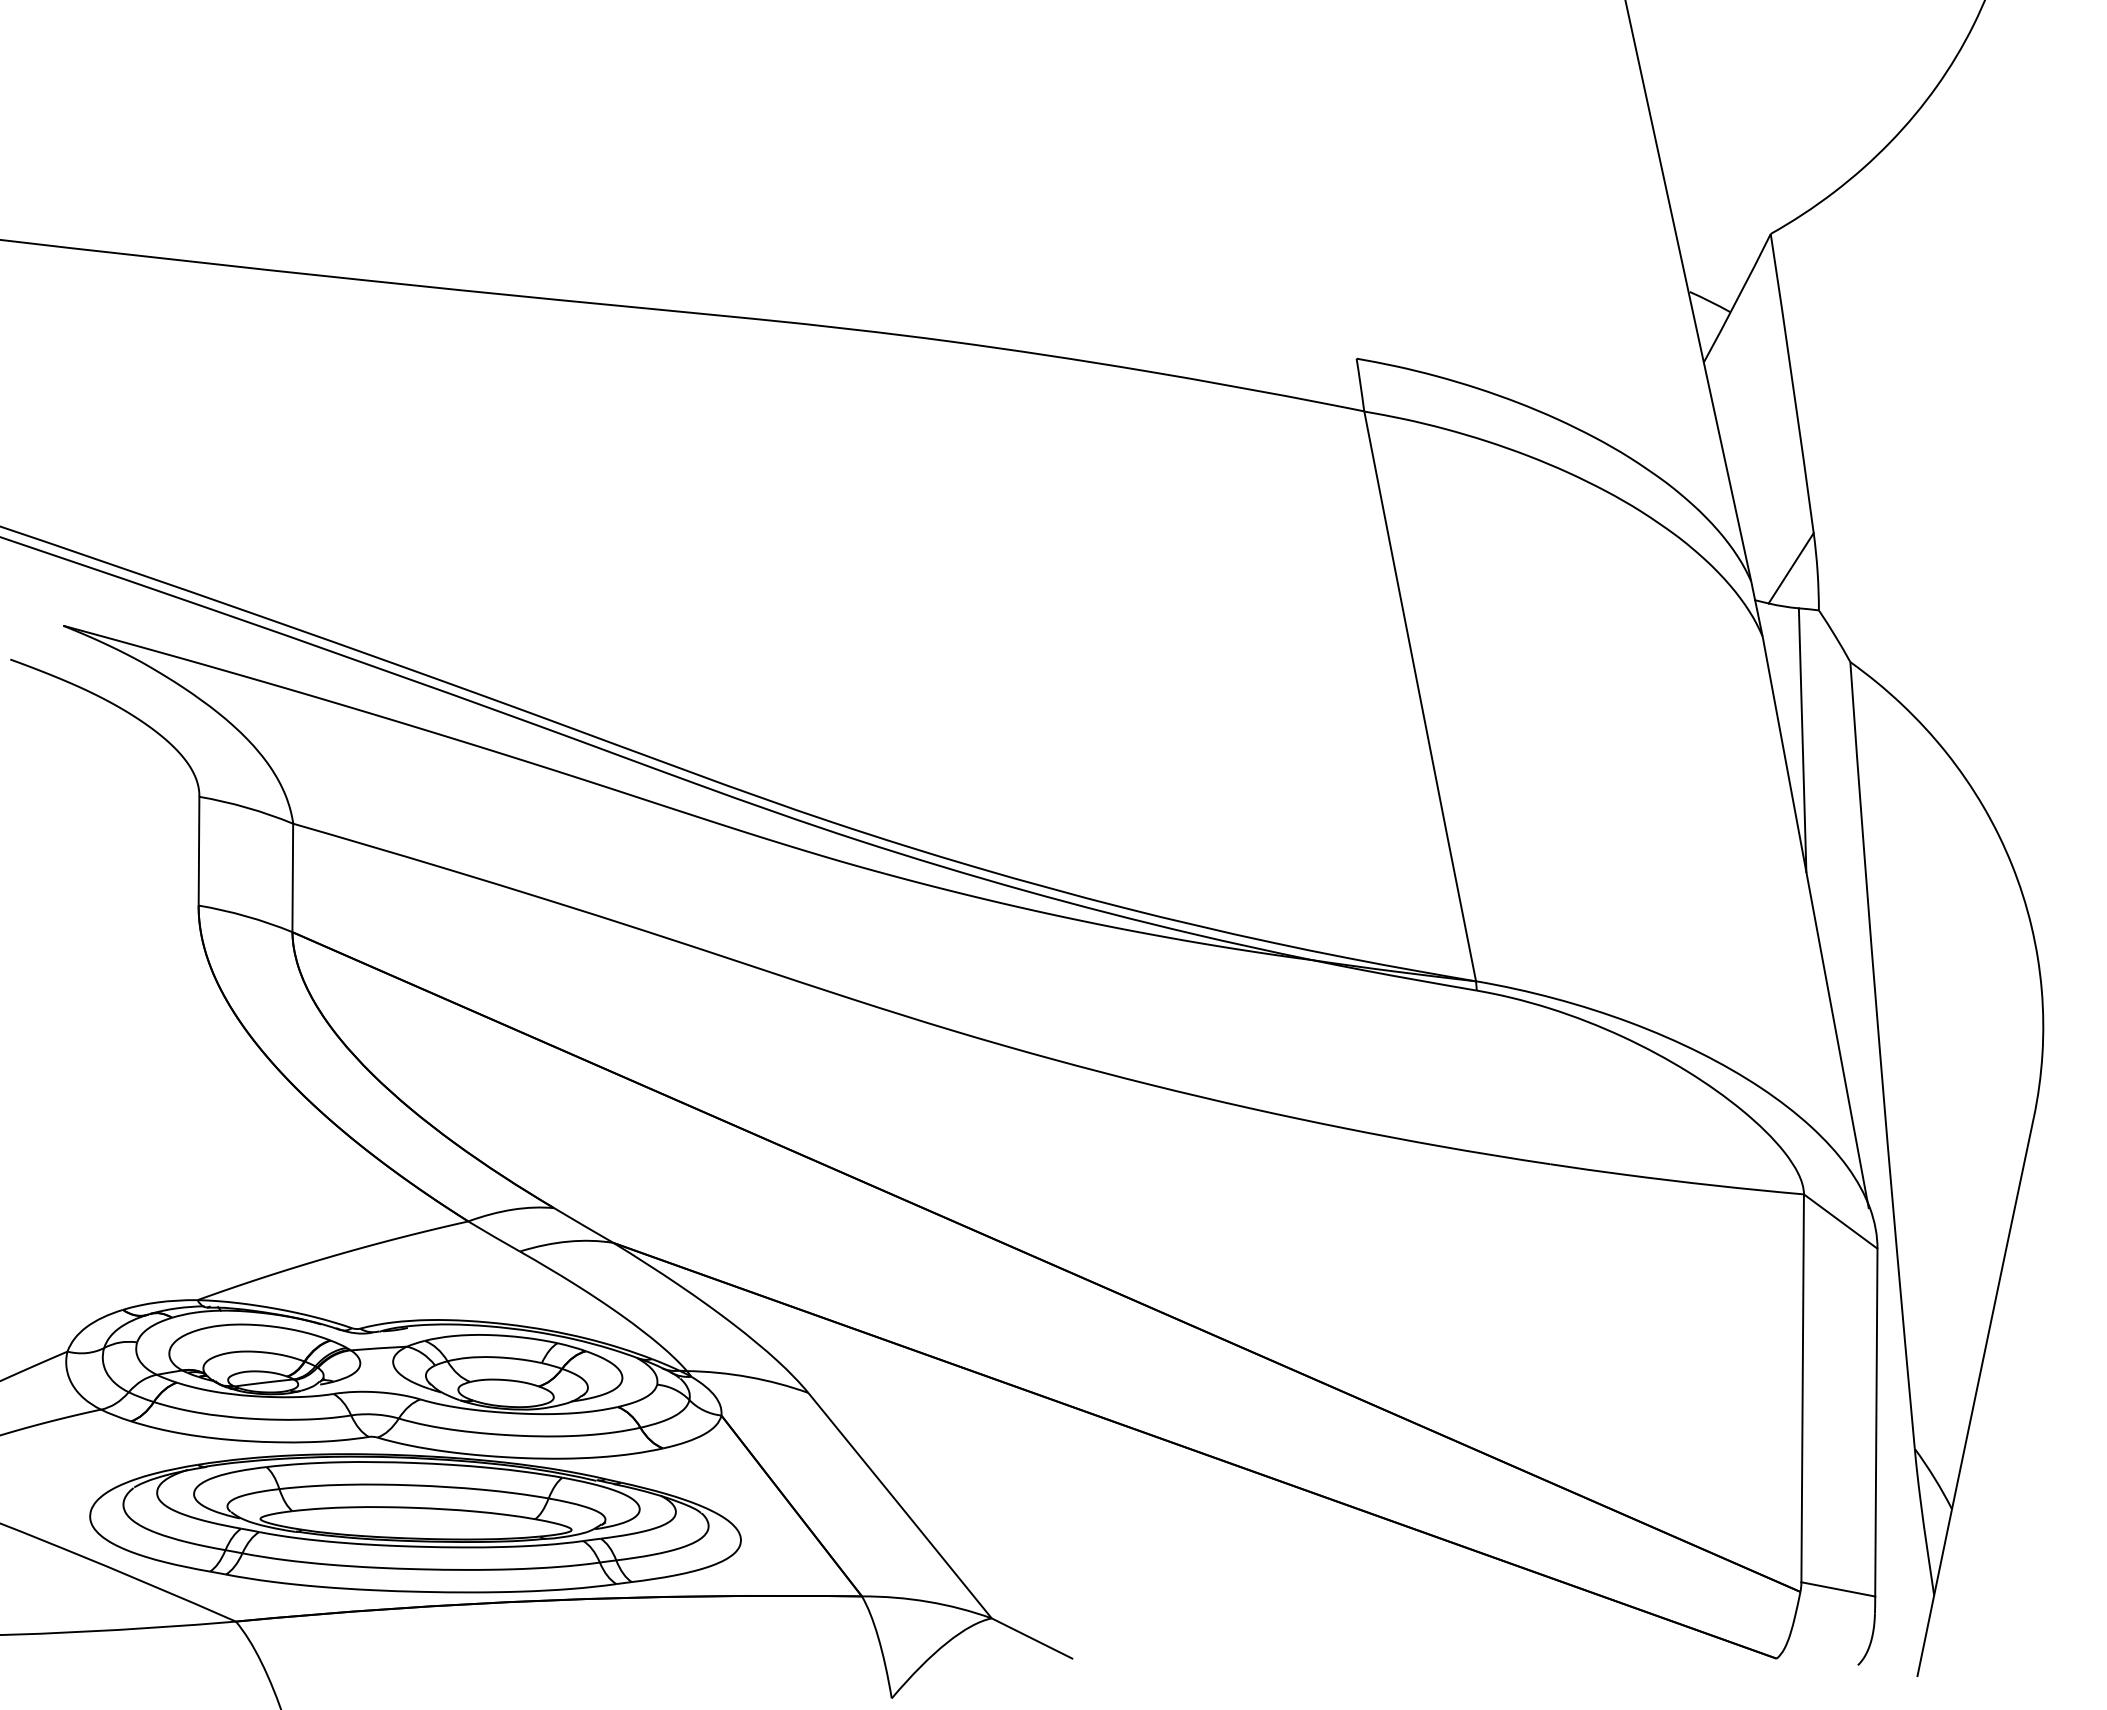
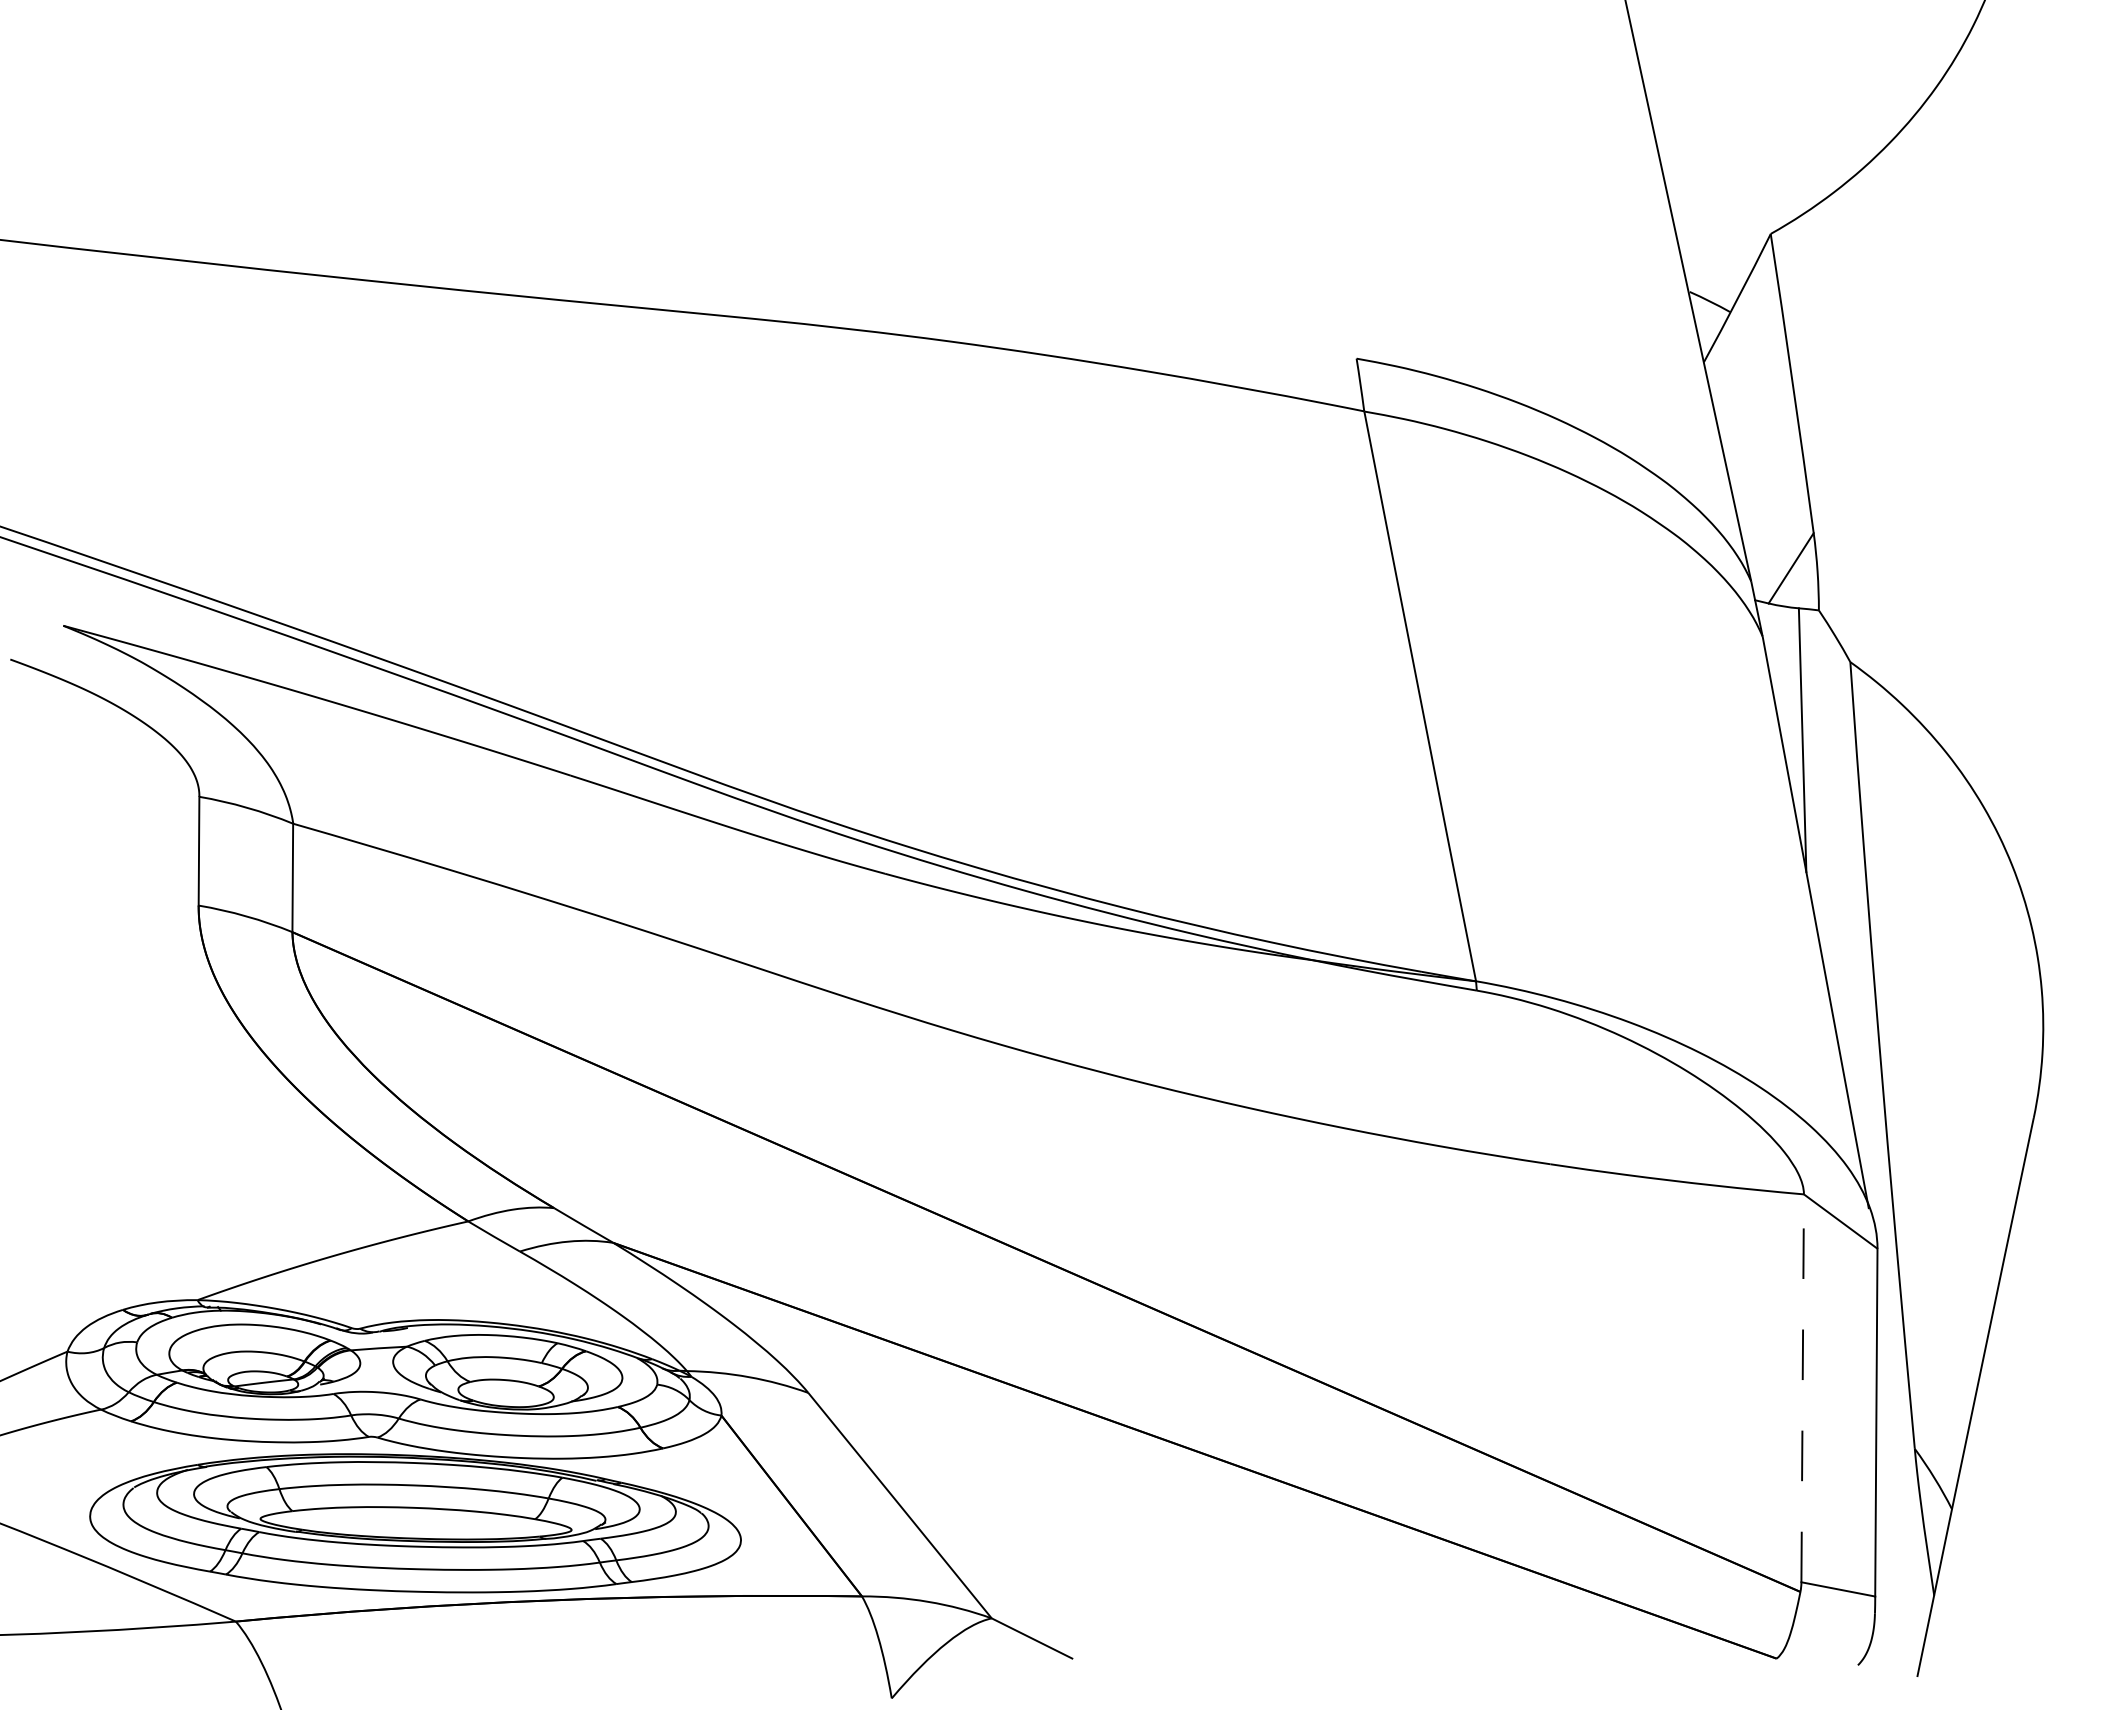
line at (1802, 1388): solid -> dashed
